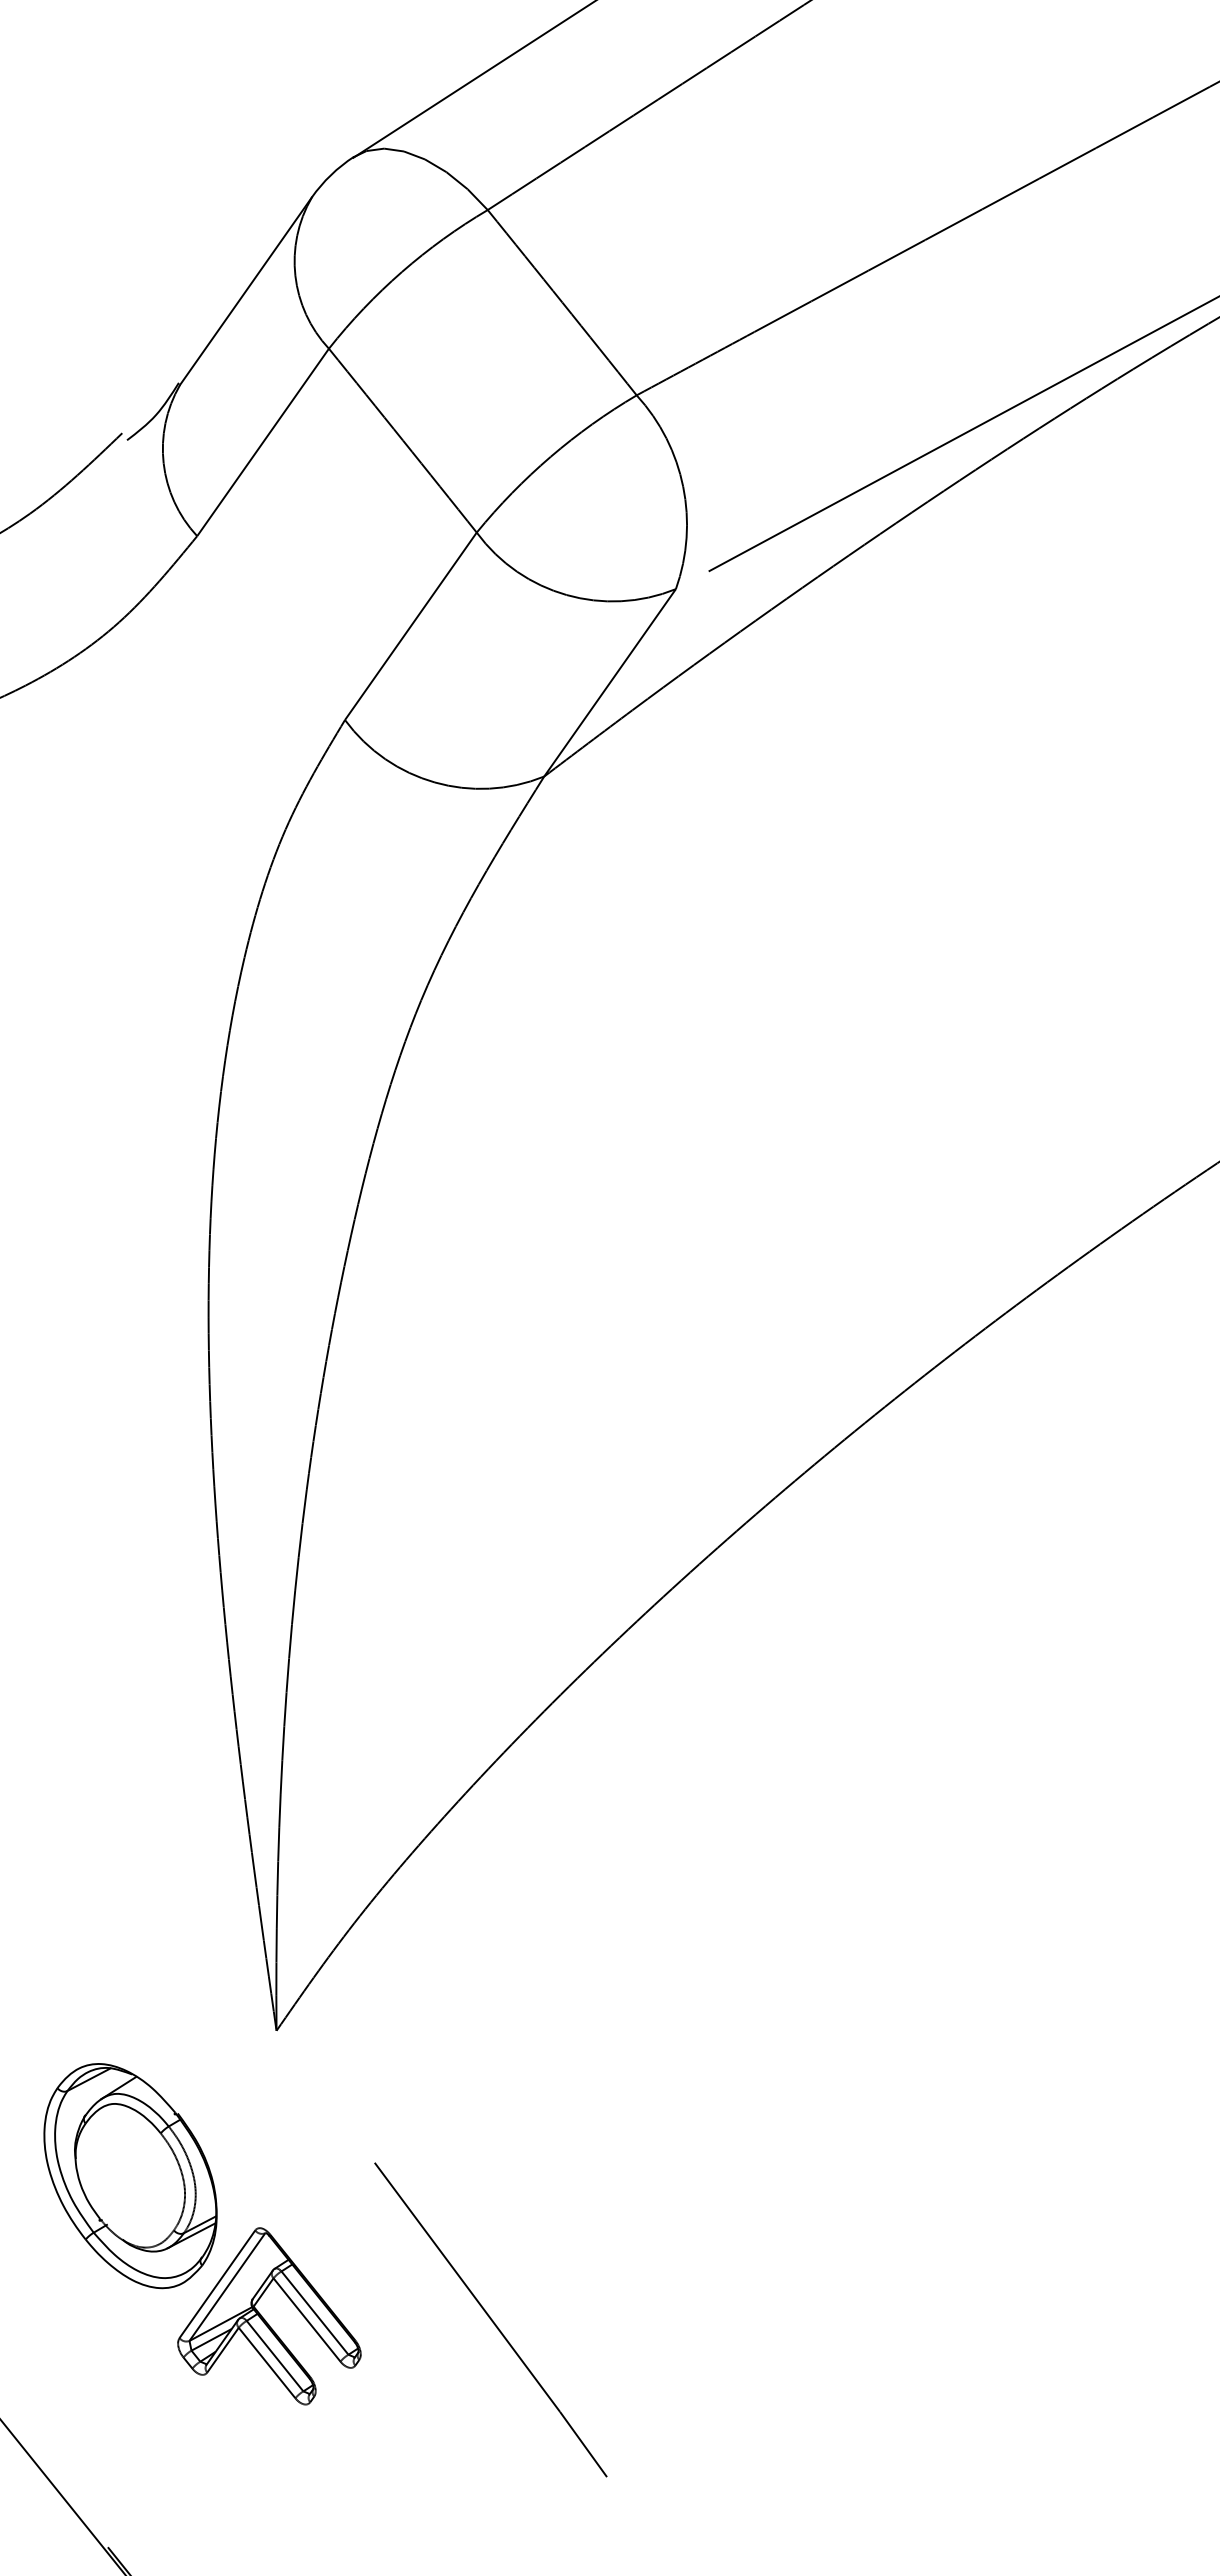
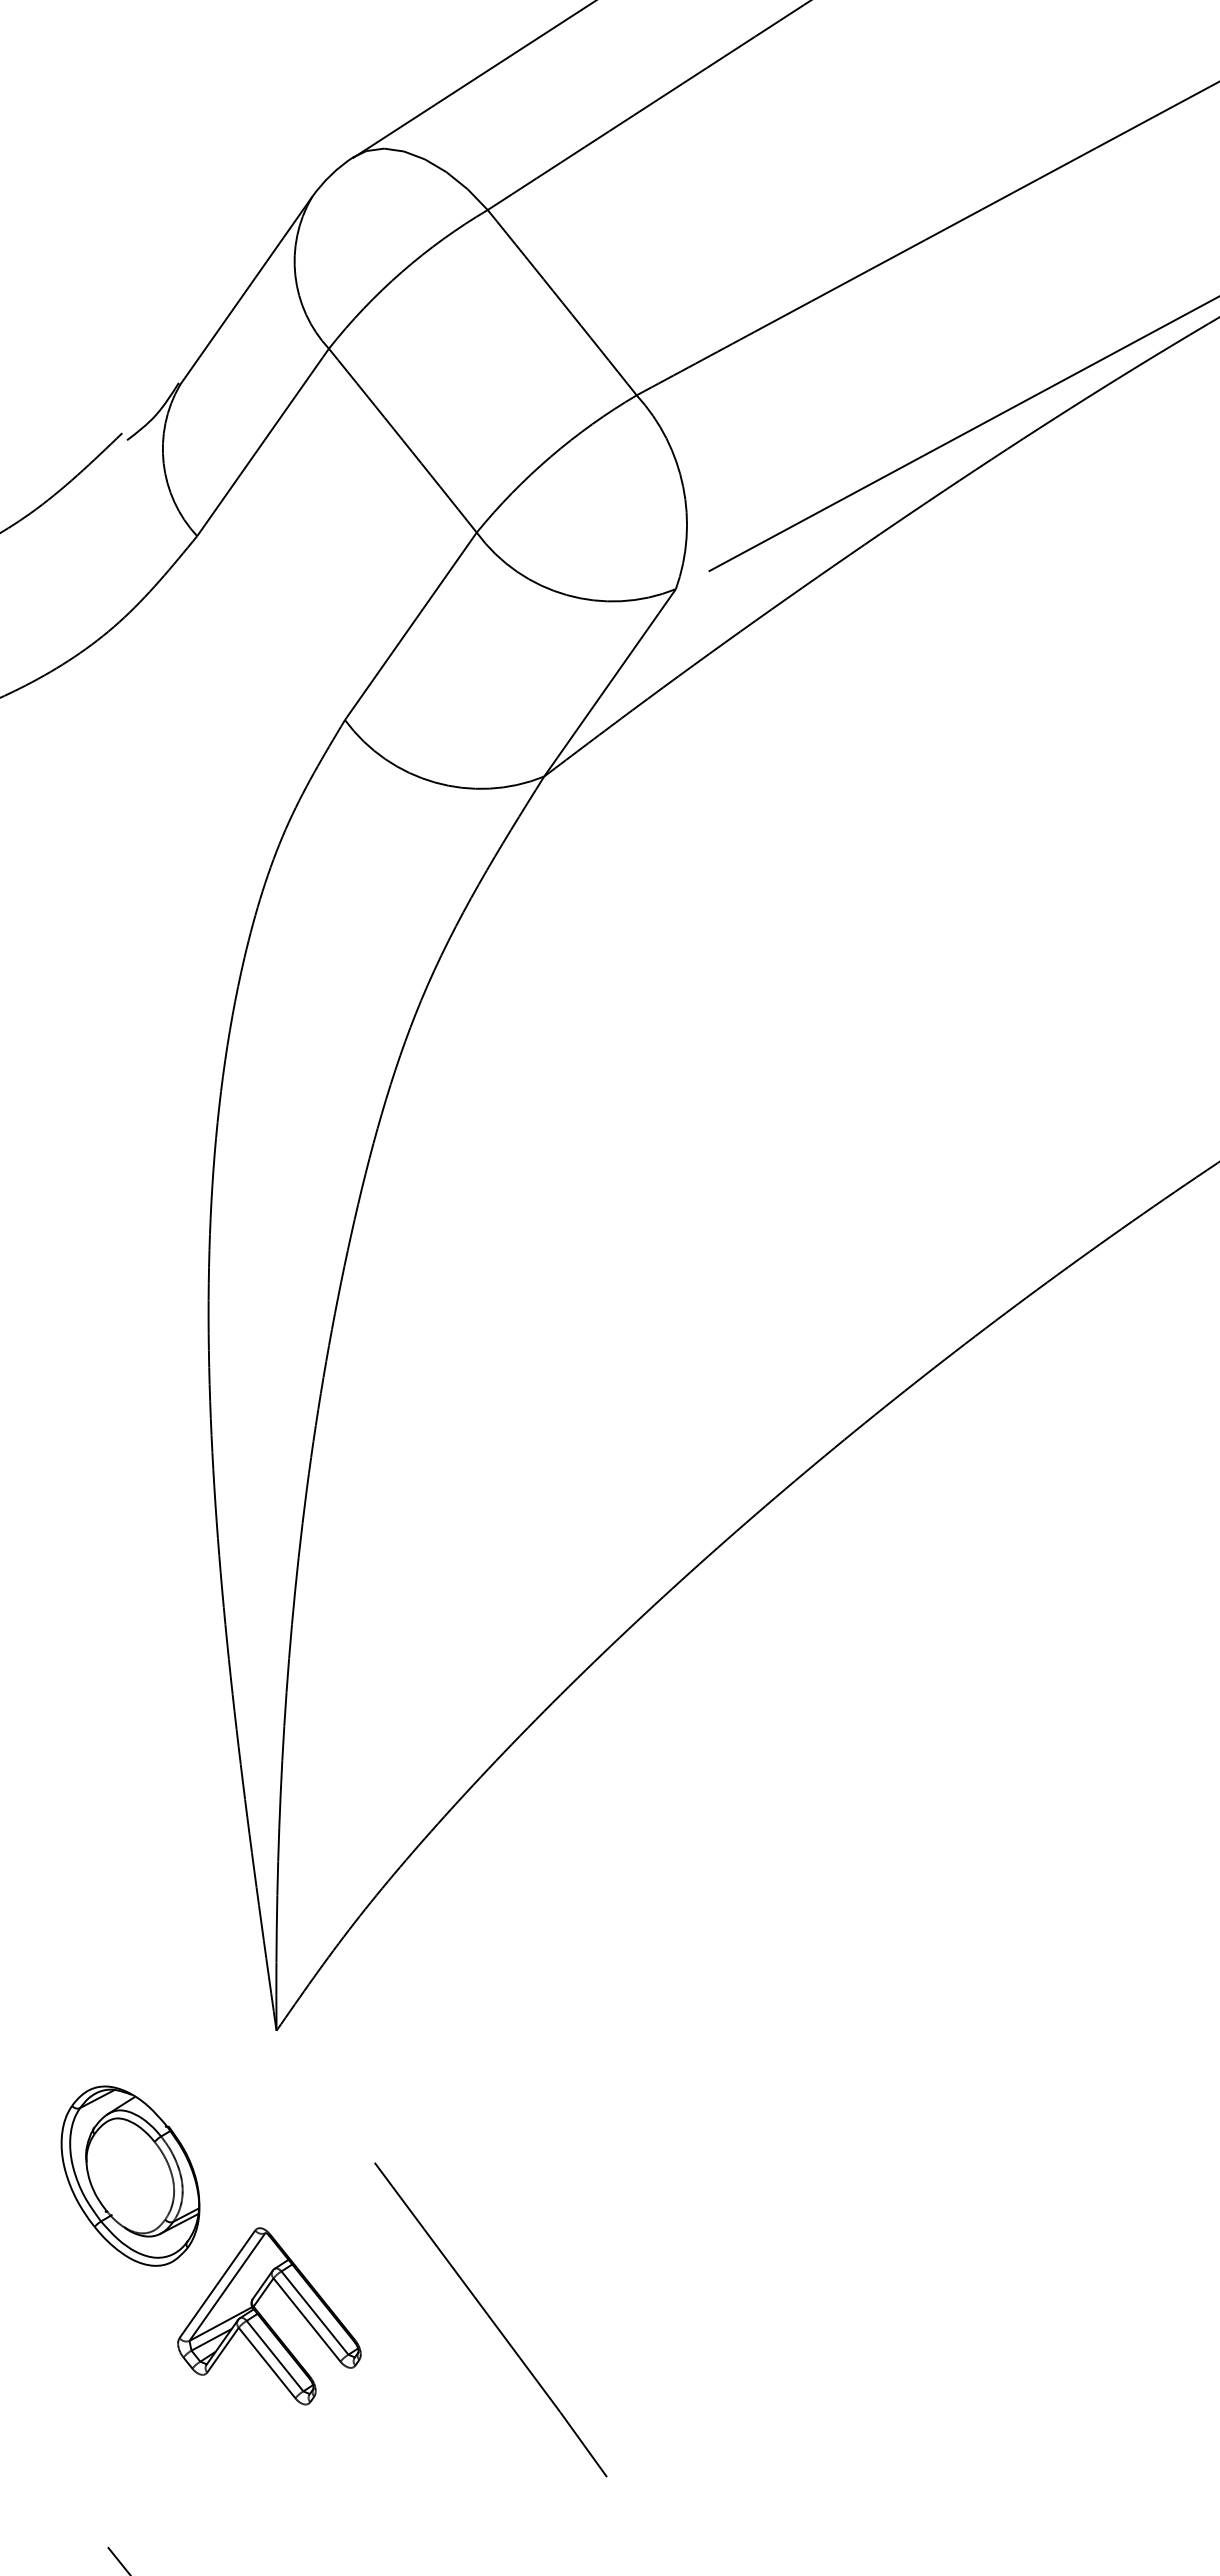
part at (130, 2176) size: 175x227 px -> 141x182 px
line at (62, 2497): present -> none
